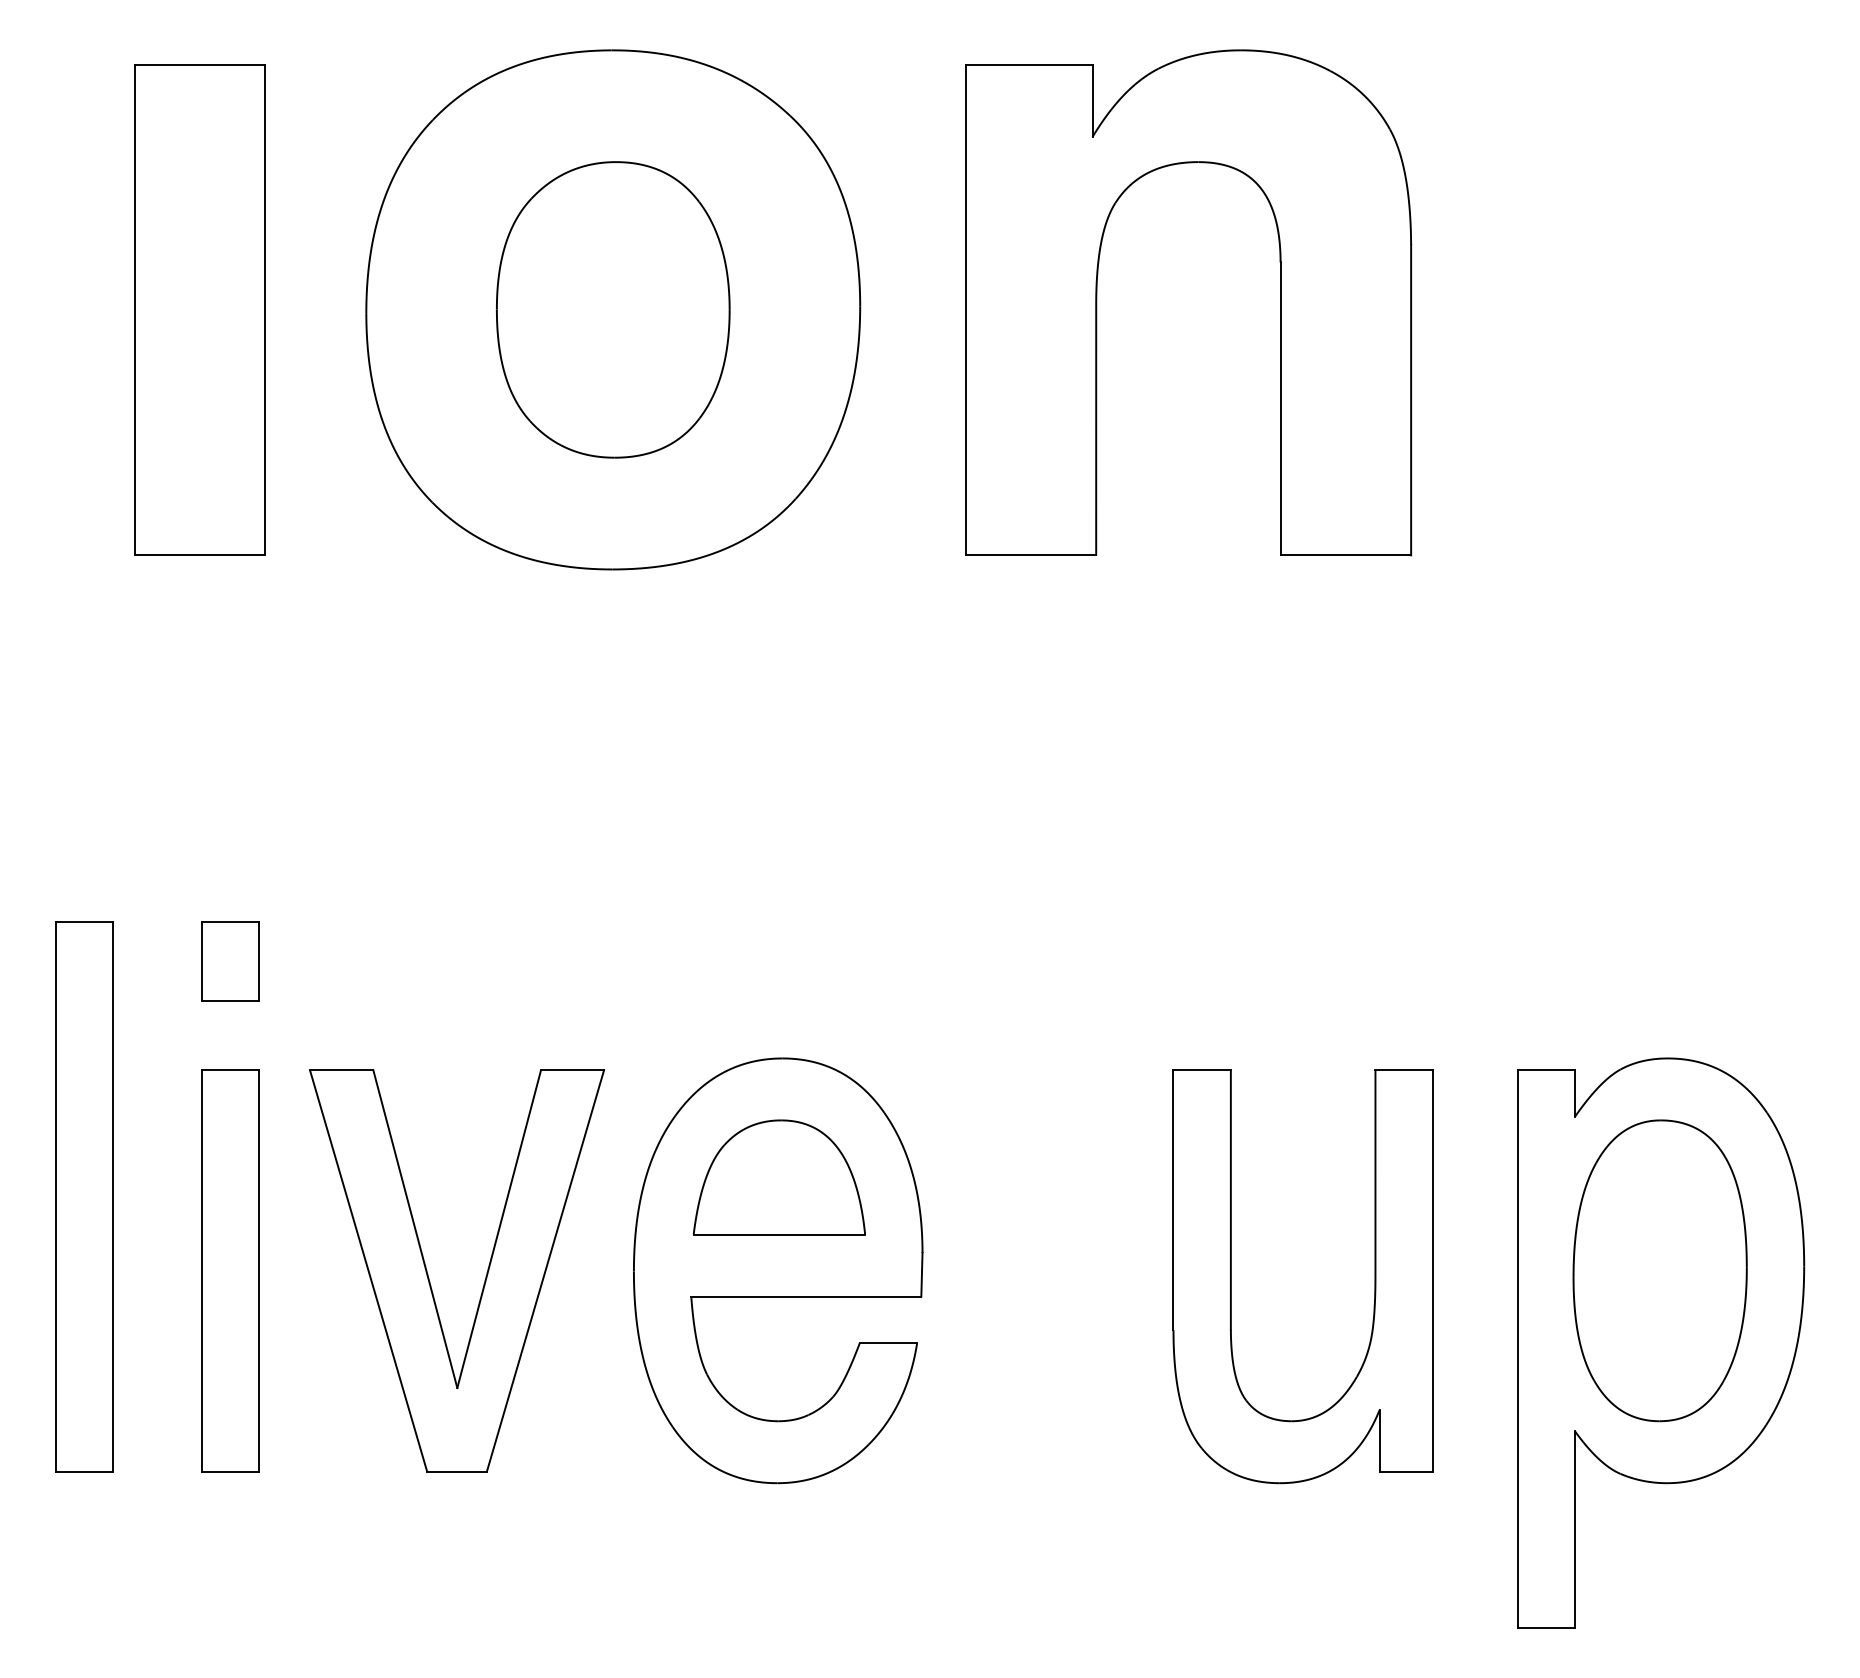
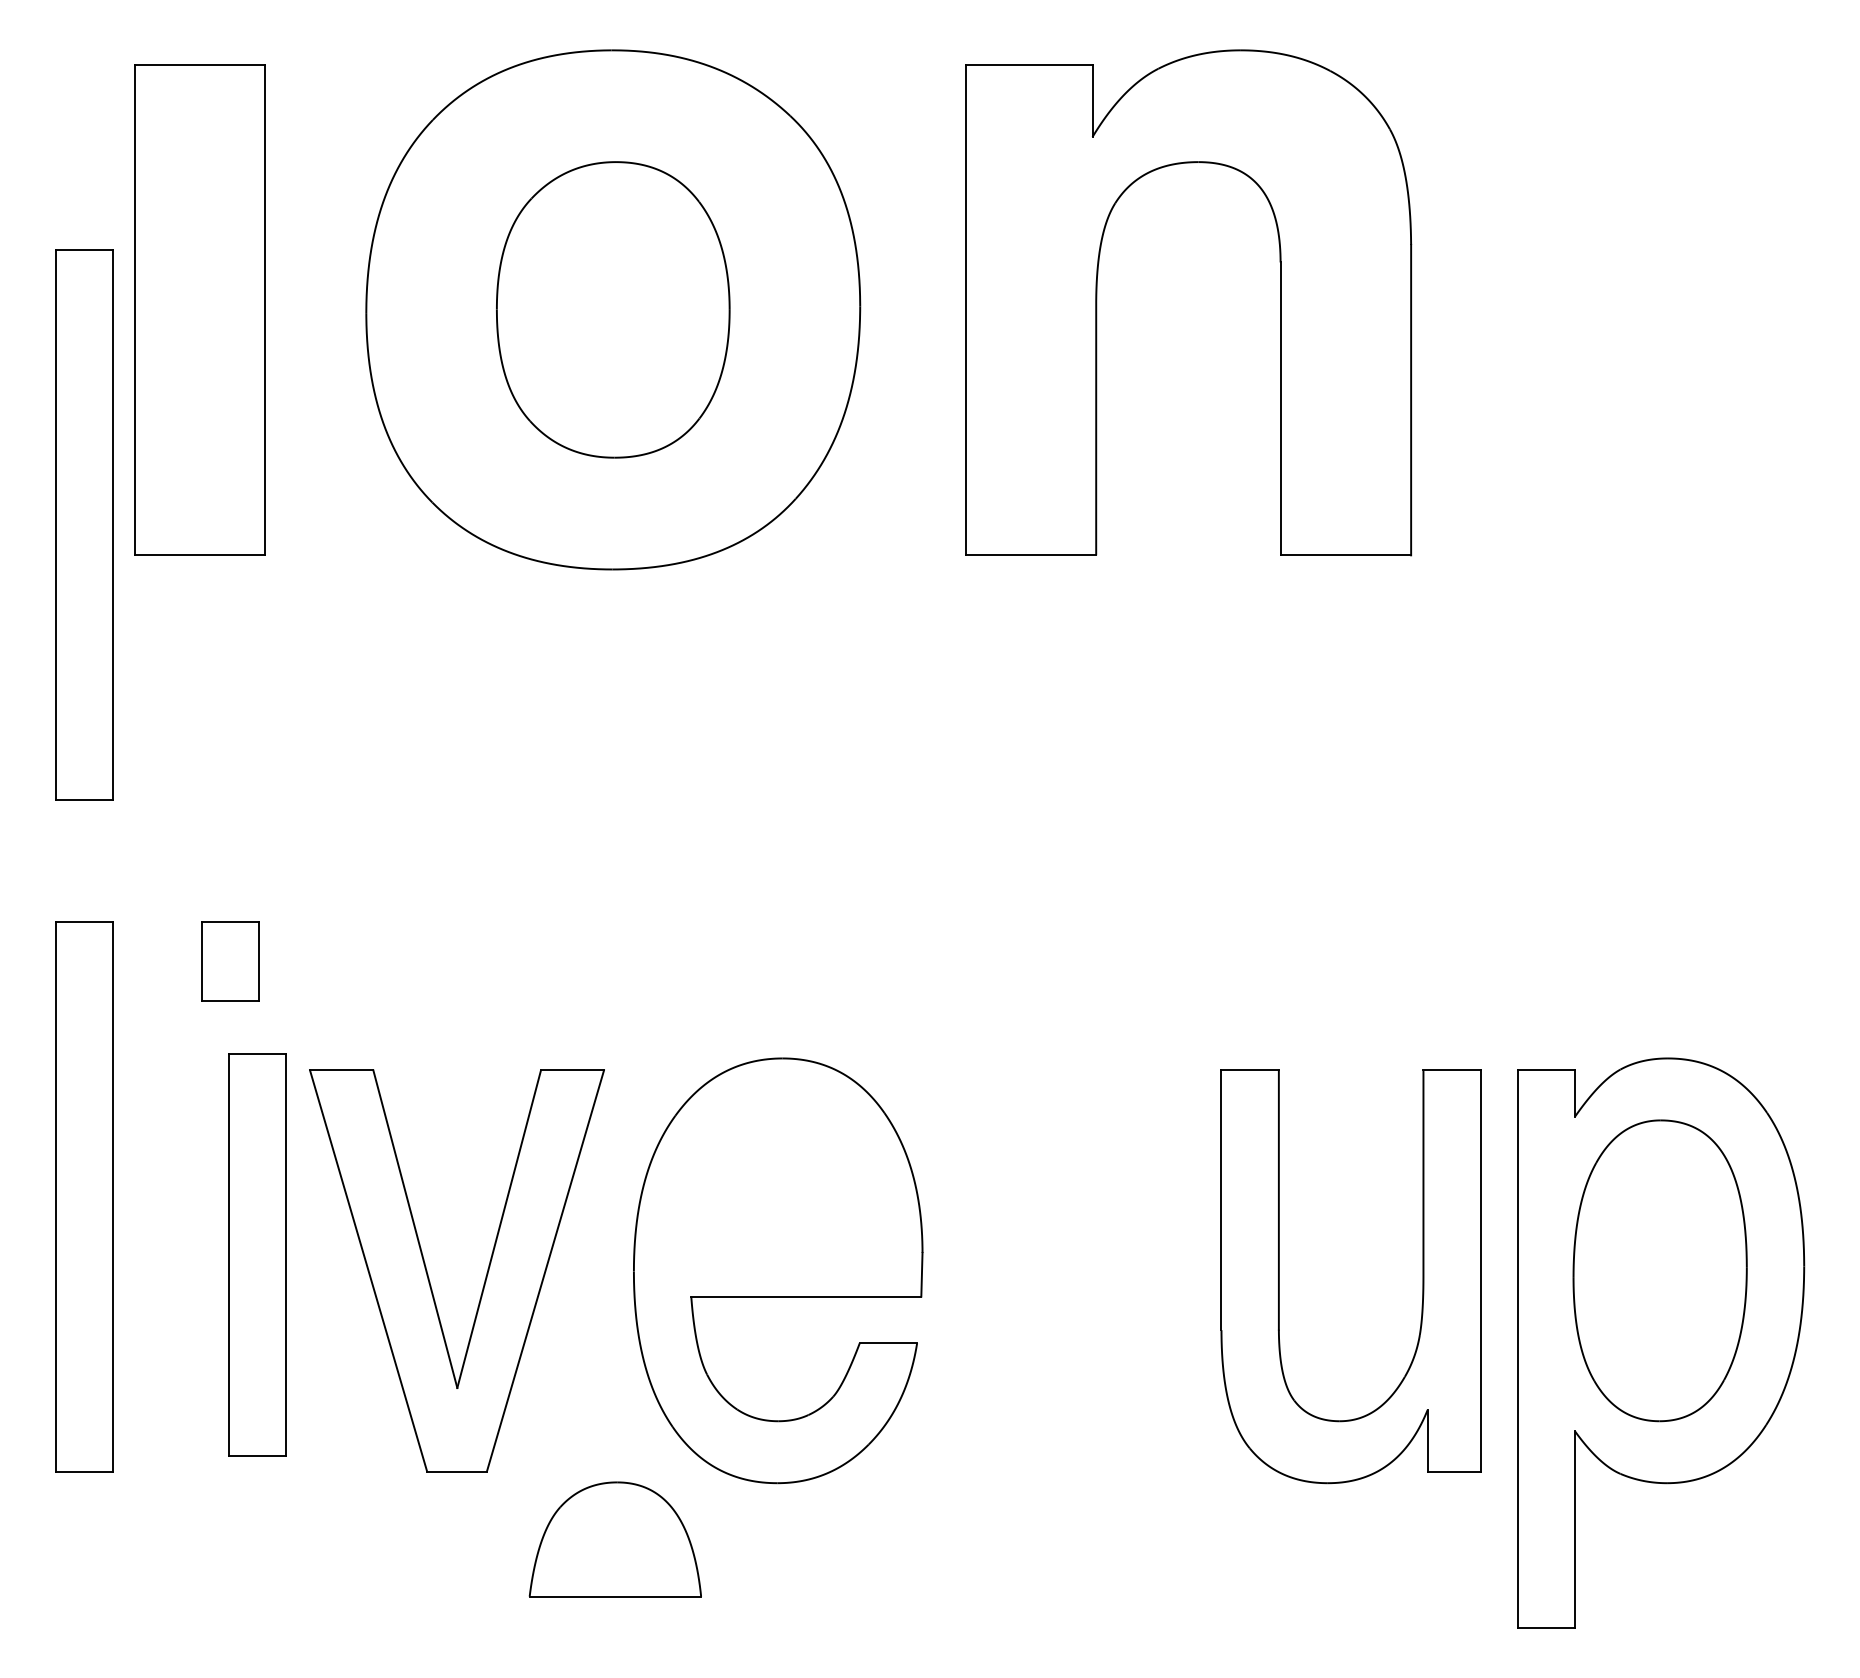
part at (84, 524): none -> present
part at (778, 1177) position: (778, 1177) -> (614, 1539)
part at (230, 1270) position: (230, 1270) -> (257, 1254)
part at (1231, 1276) position: (1231, 1276) -> (1279, 1276)
